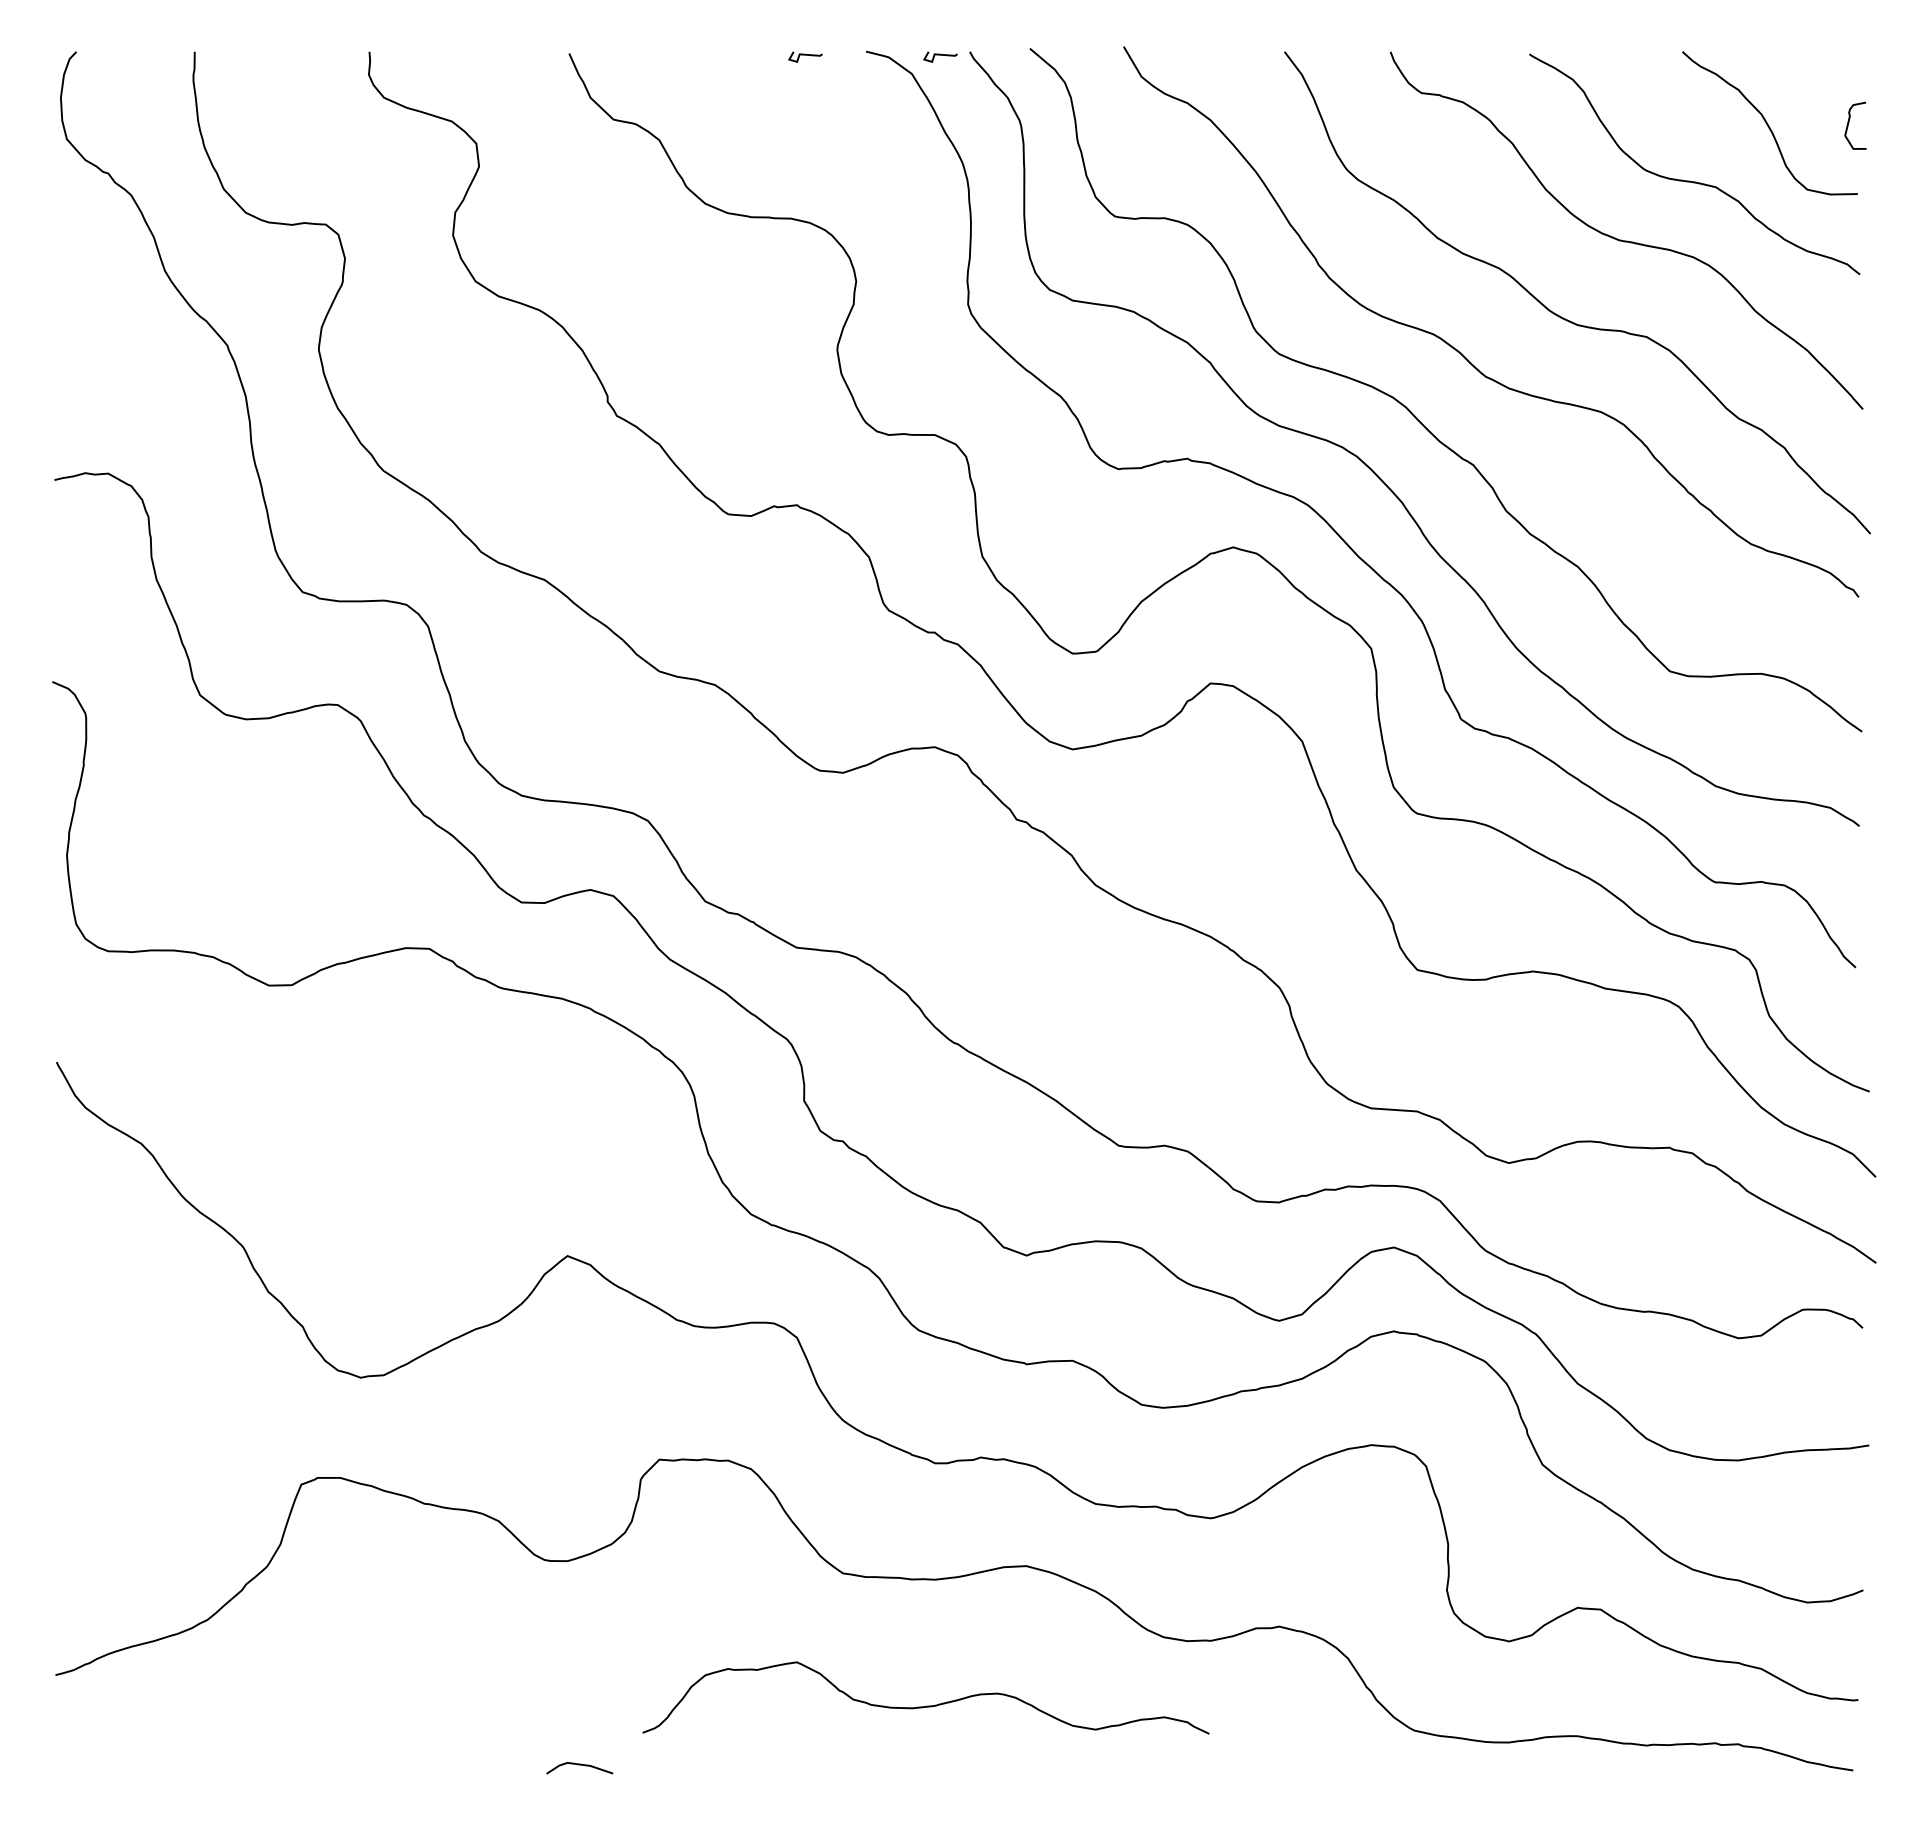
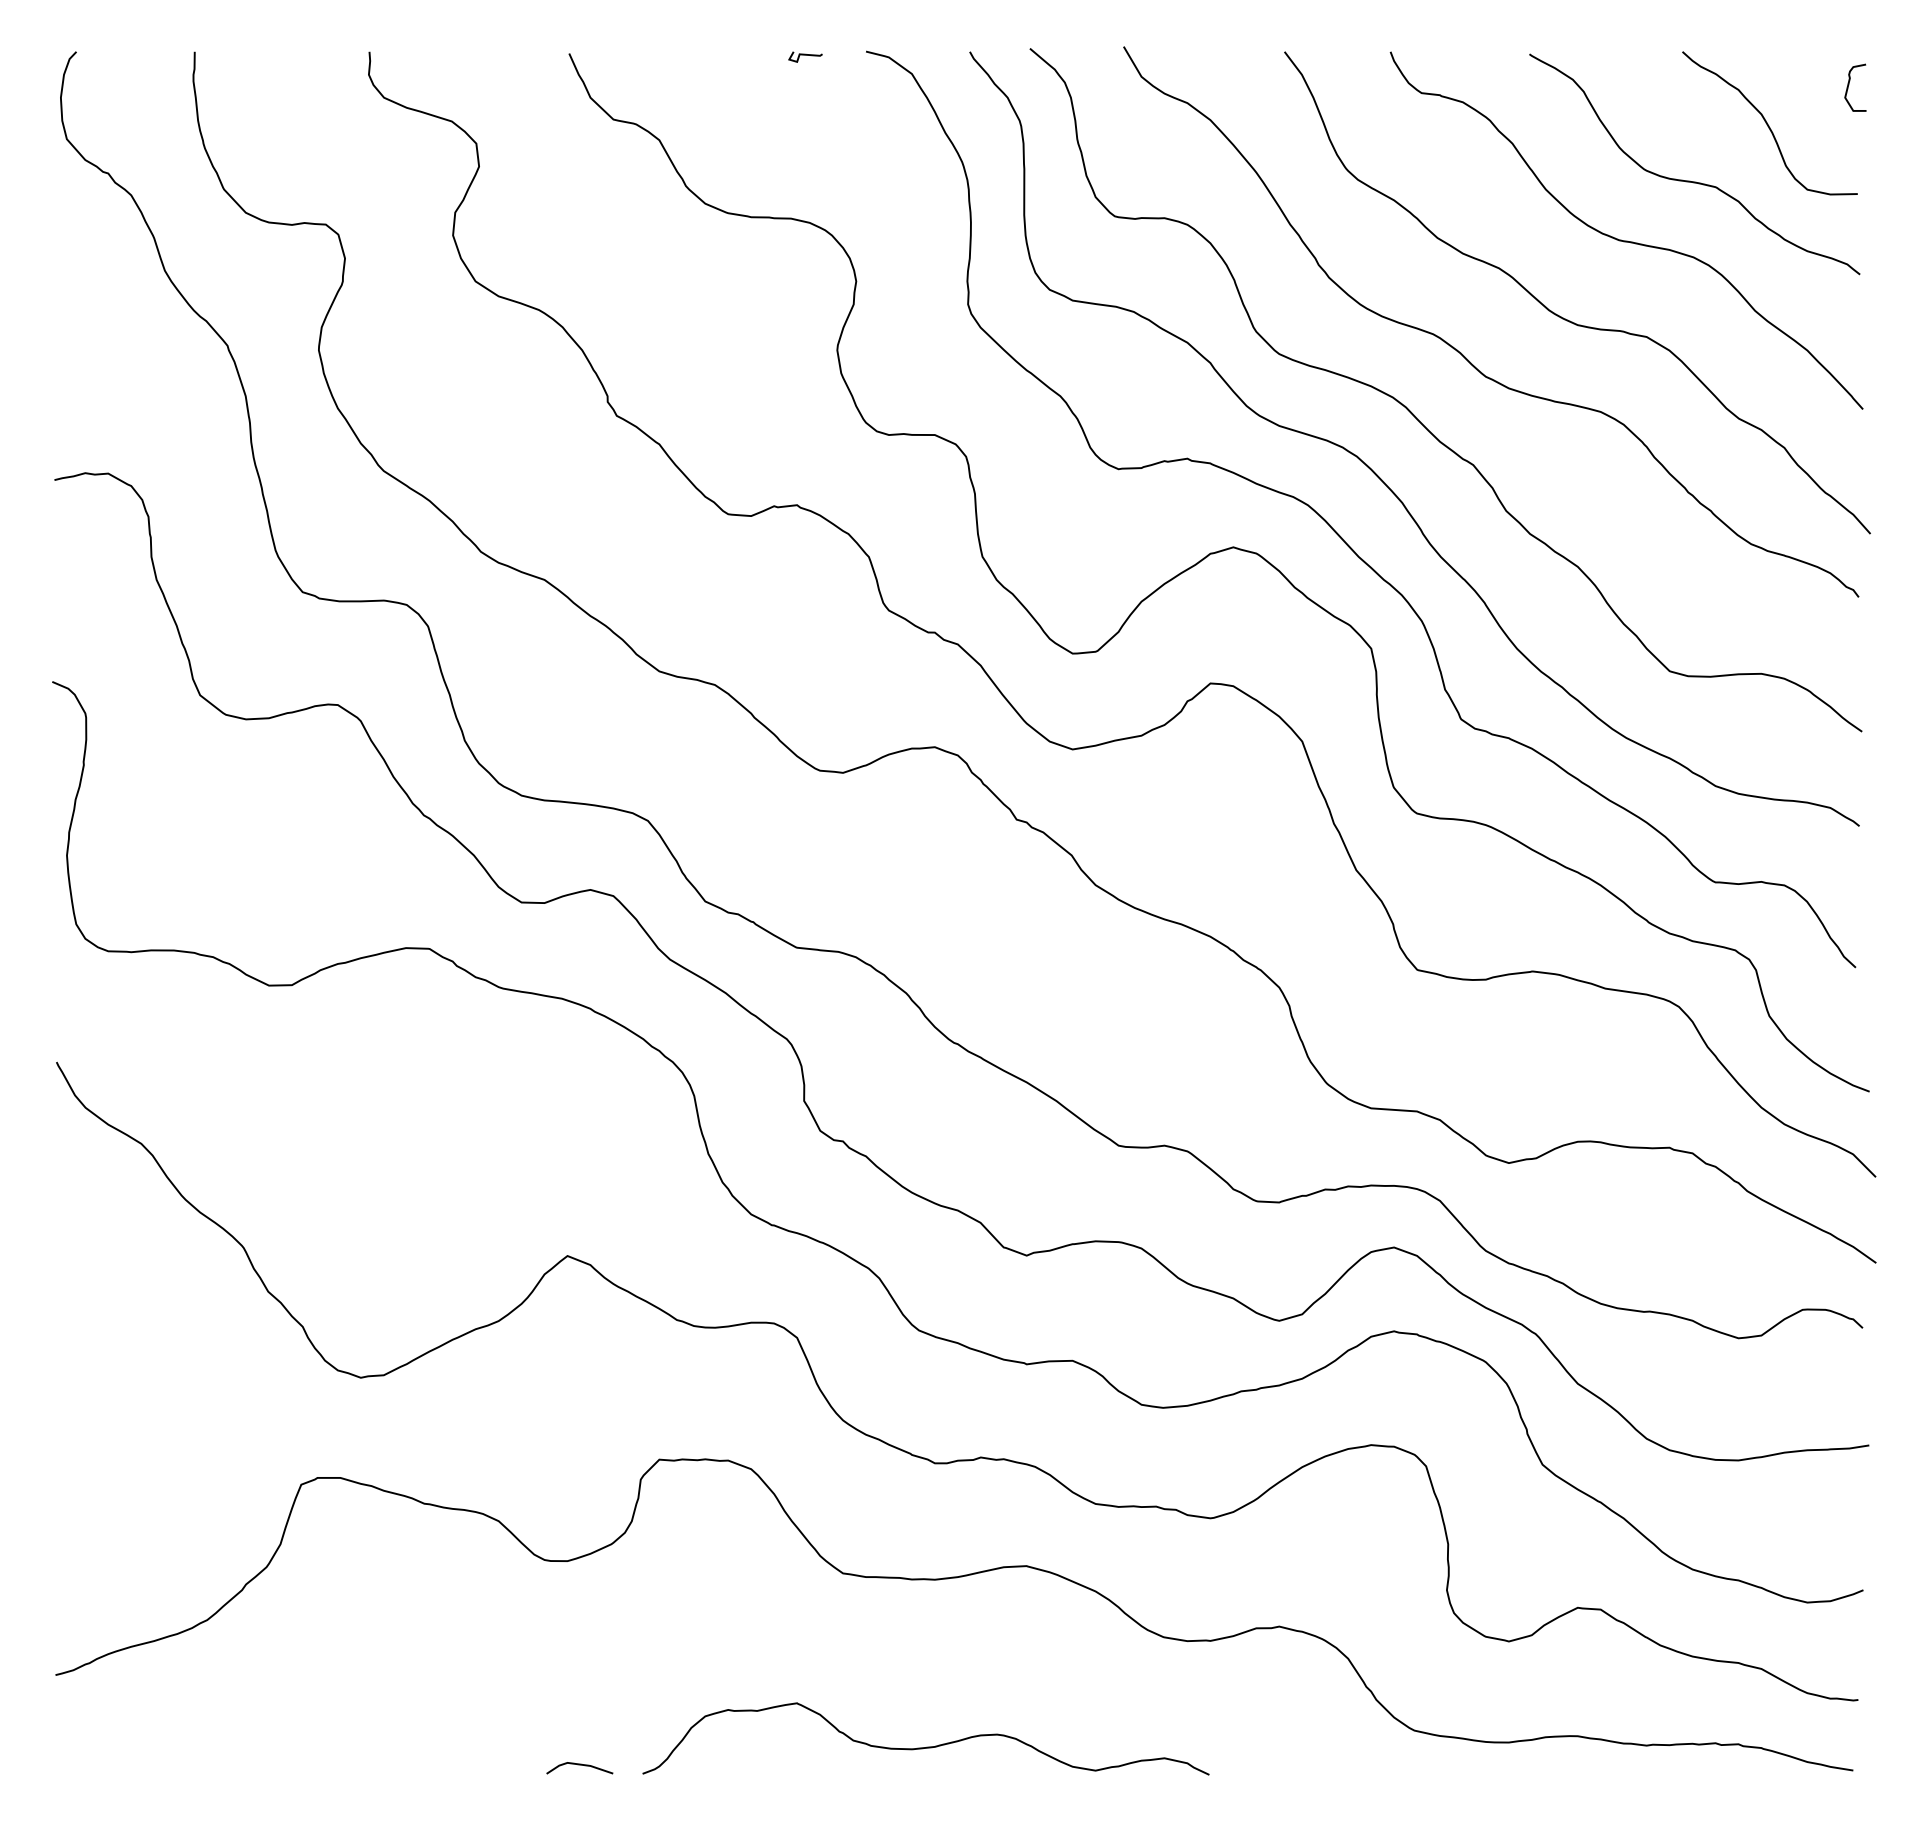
curve at (940, 55): present -> none
curve at (1849, 123) position: (1849, 123) -> (1849, 85)
curve at (926, 1705) position: (926, 1705) -> (926, 1746)
